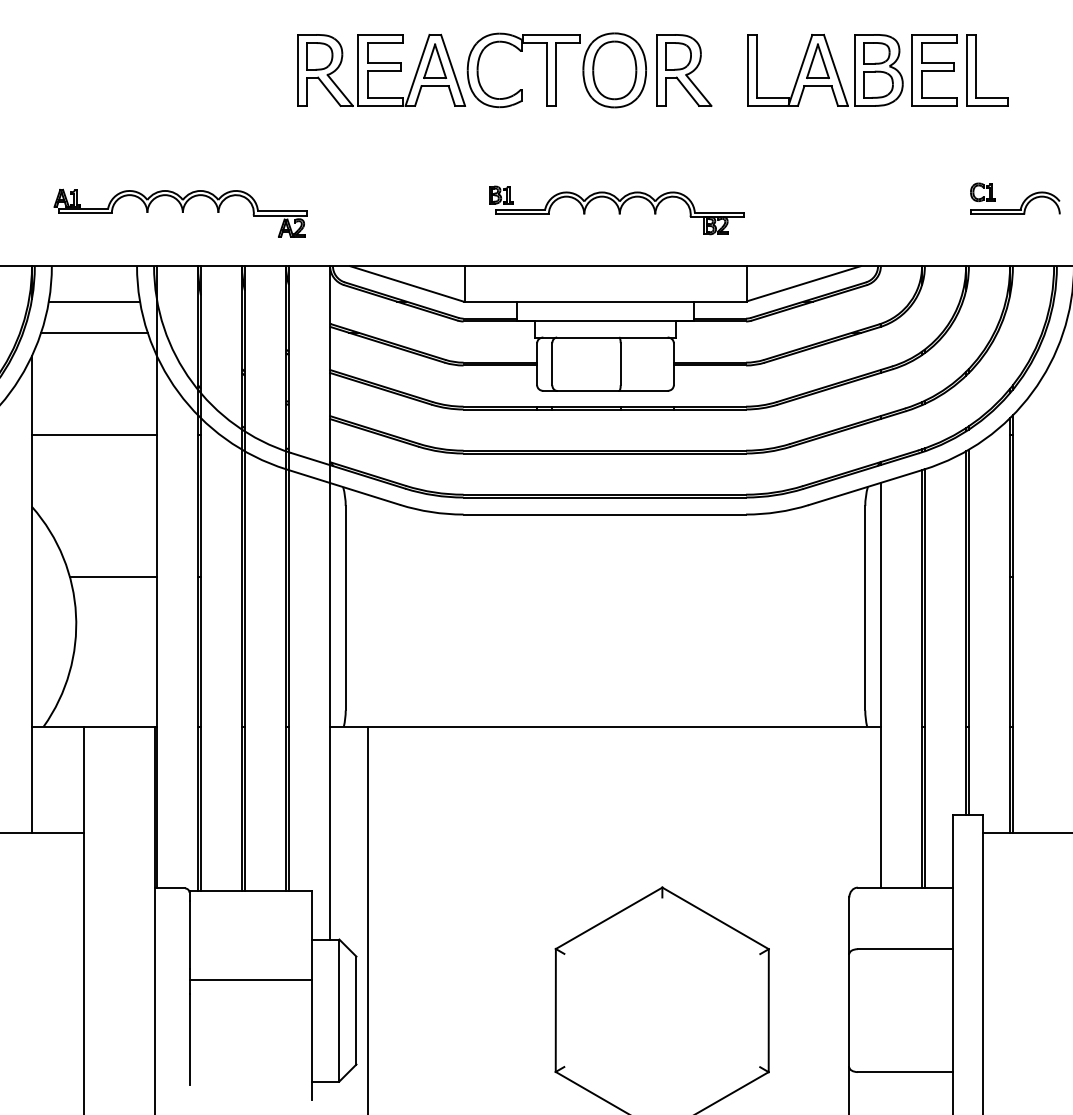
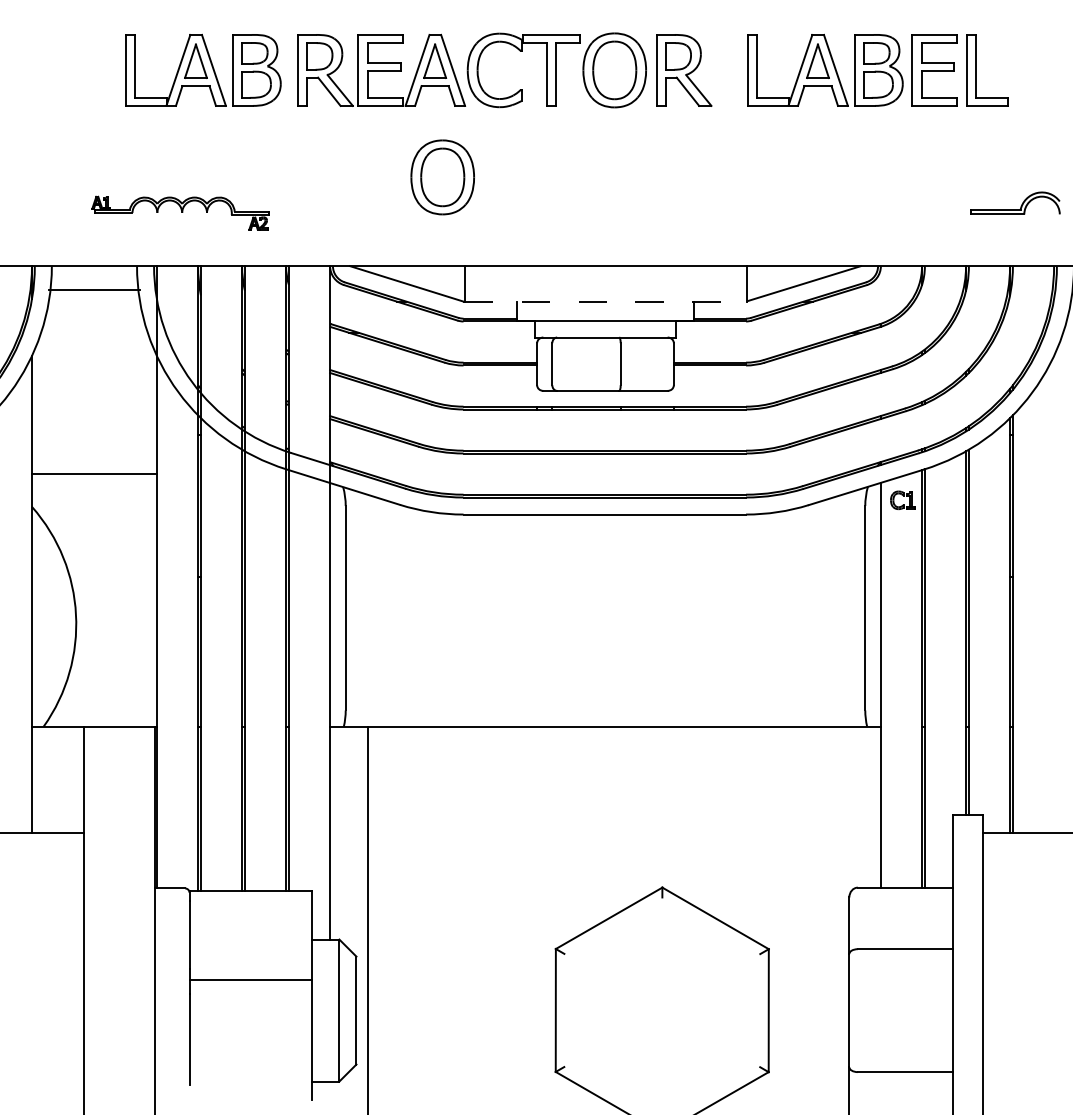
part at (203, 69): none -> present
part at (442, 177): none -> present
part at (982, 191) position: (982, 191) -> (902, 499)
part at (616, 210): present -> none
part at (180, 212) size: 255x50 px -> 179x36 px
line at (94, 301) position: (94, 301) -> (94, 289)
line at (606, 301): solid -> dashed
line at (94, 332): present -> none
line at (93, 435) position: (93, 435) -> (93, 474)
line at (112, 577): present -> none
